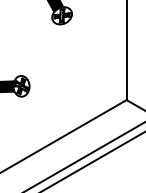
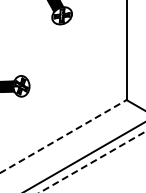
line at (63, 136): solid -> dashed
line at (92, 162): solid -> dashed
